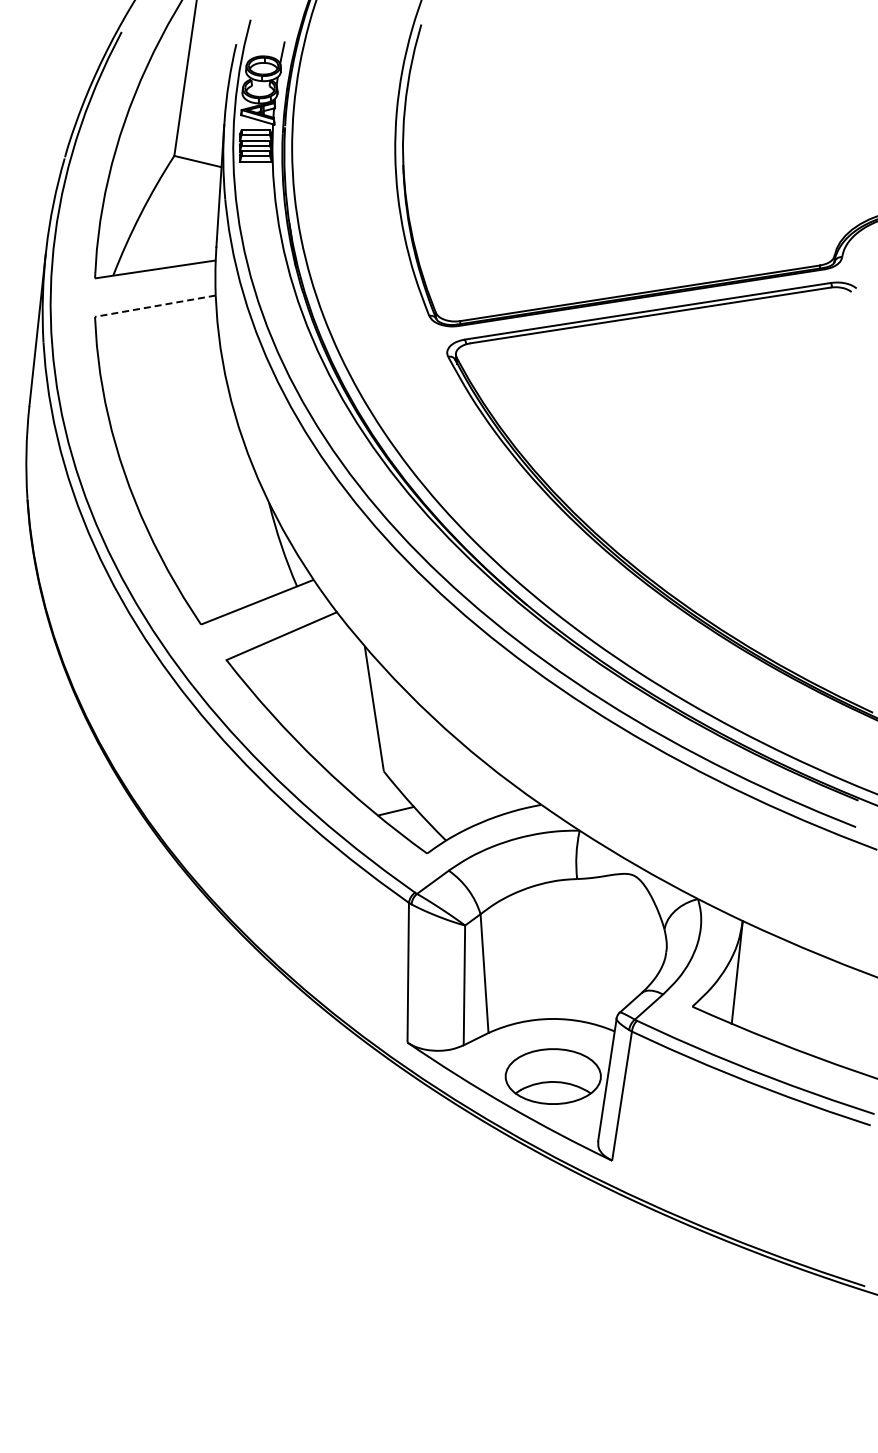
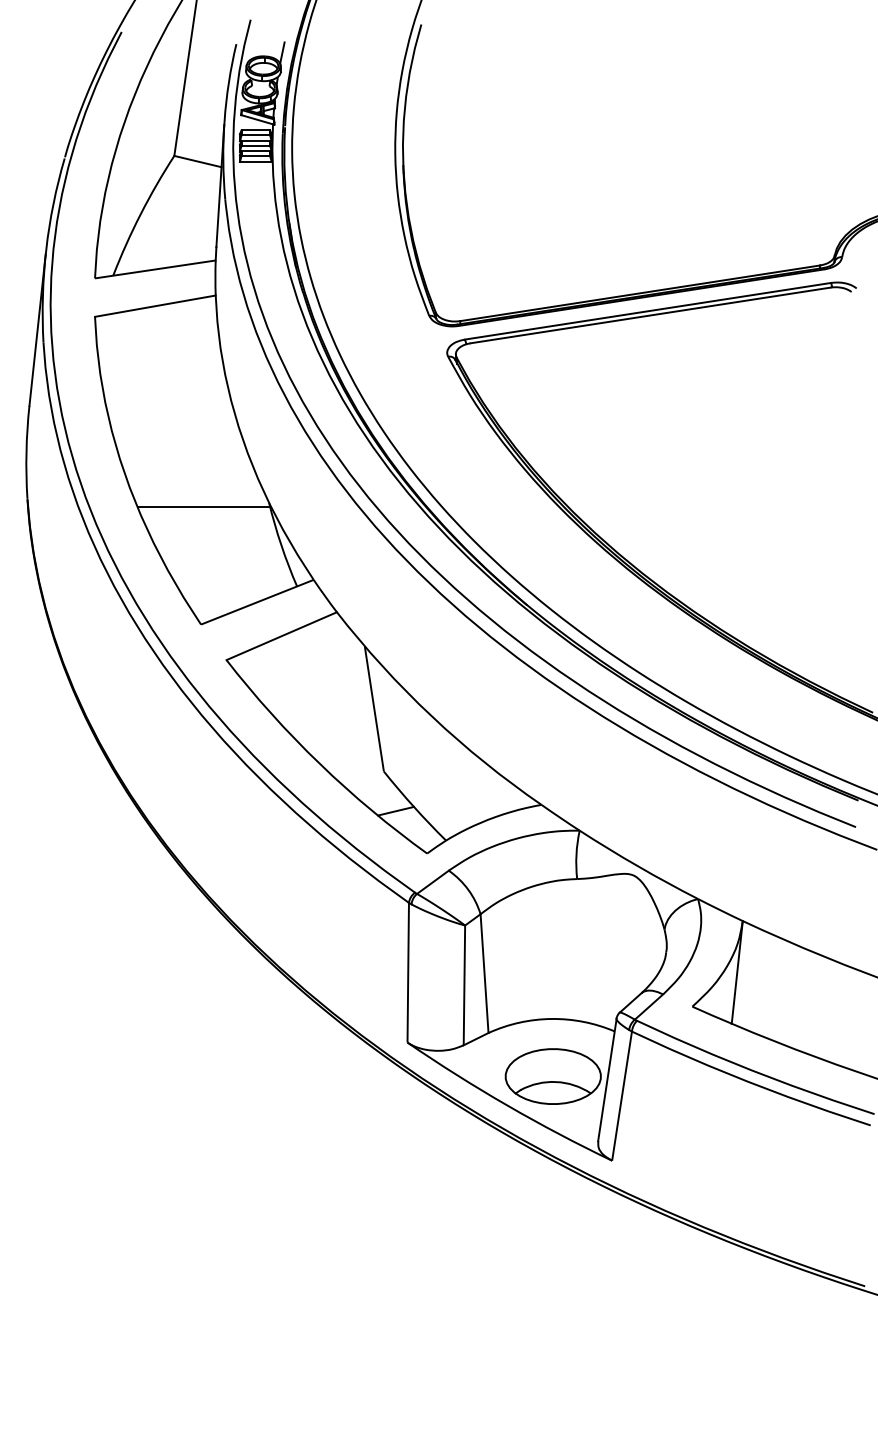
line at (154, 306): dashed -> solid
line at (203, 507): none -> present
